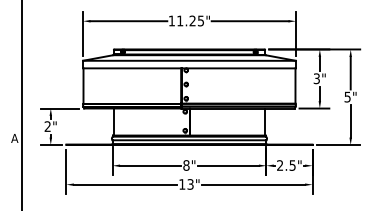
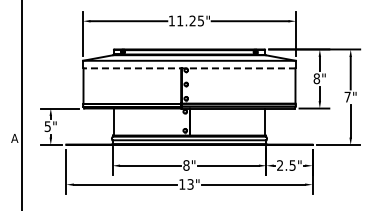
line at (189, 68): solid -> dashed
text at (316, 78): 3" -> 8"
text at (347, 96): 5" -> 7"
text at (47, 126): 2" -> 5"
